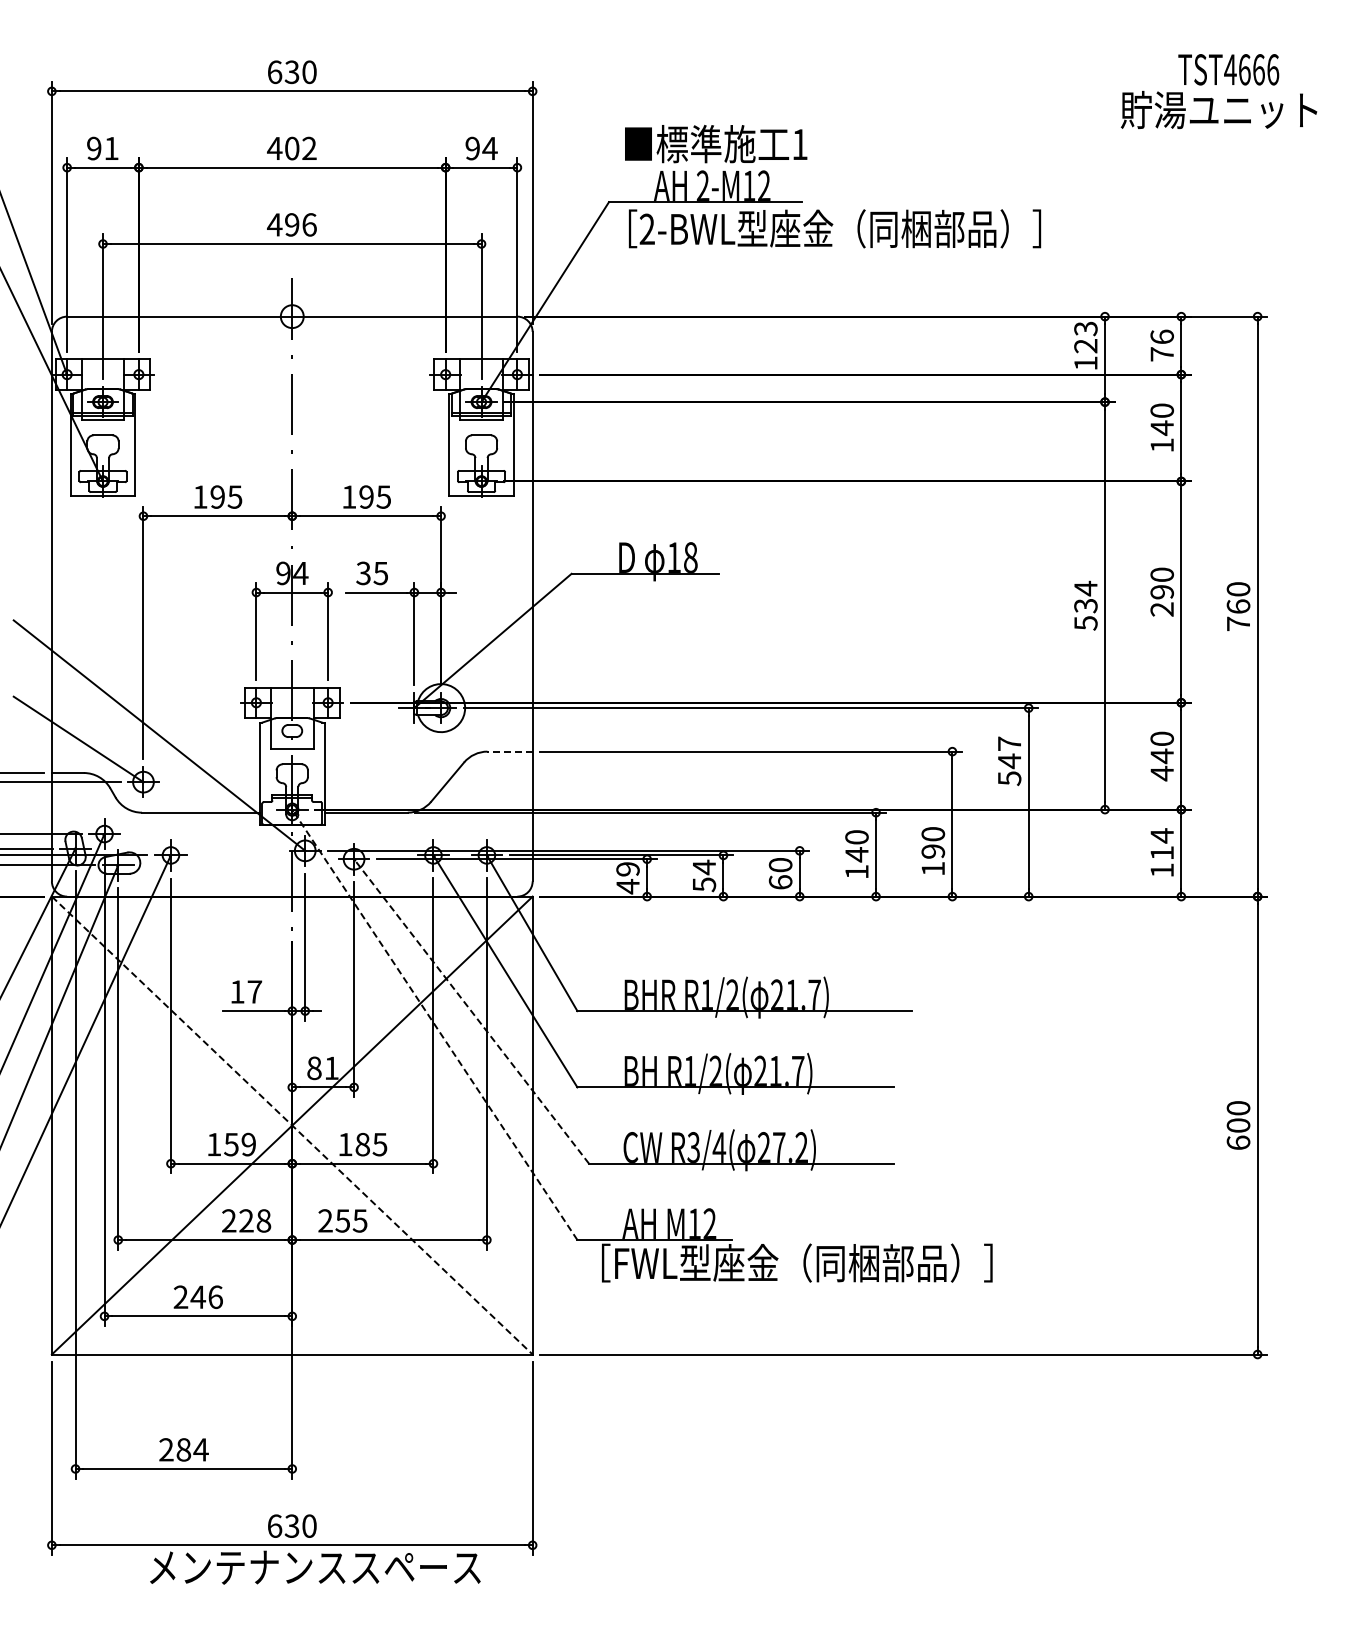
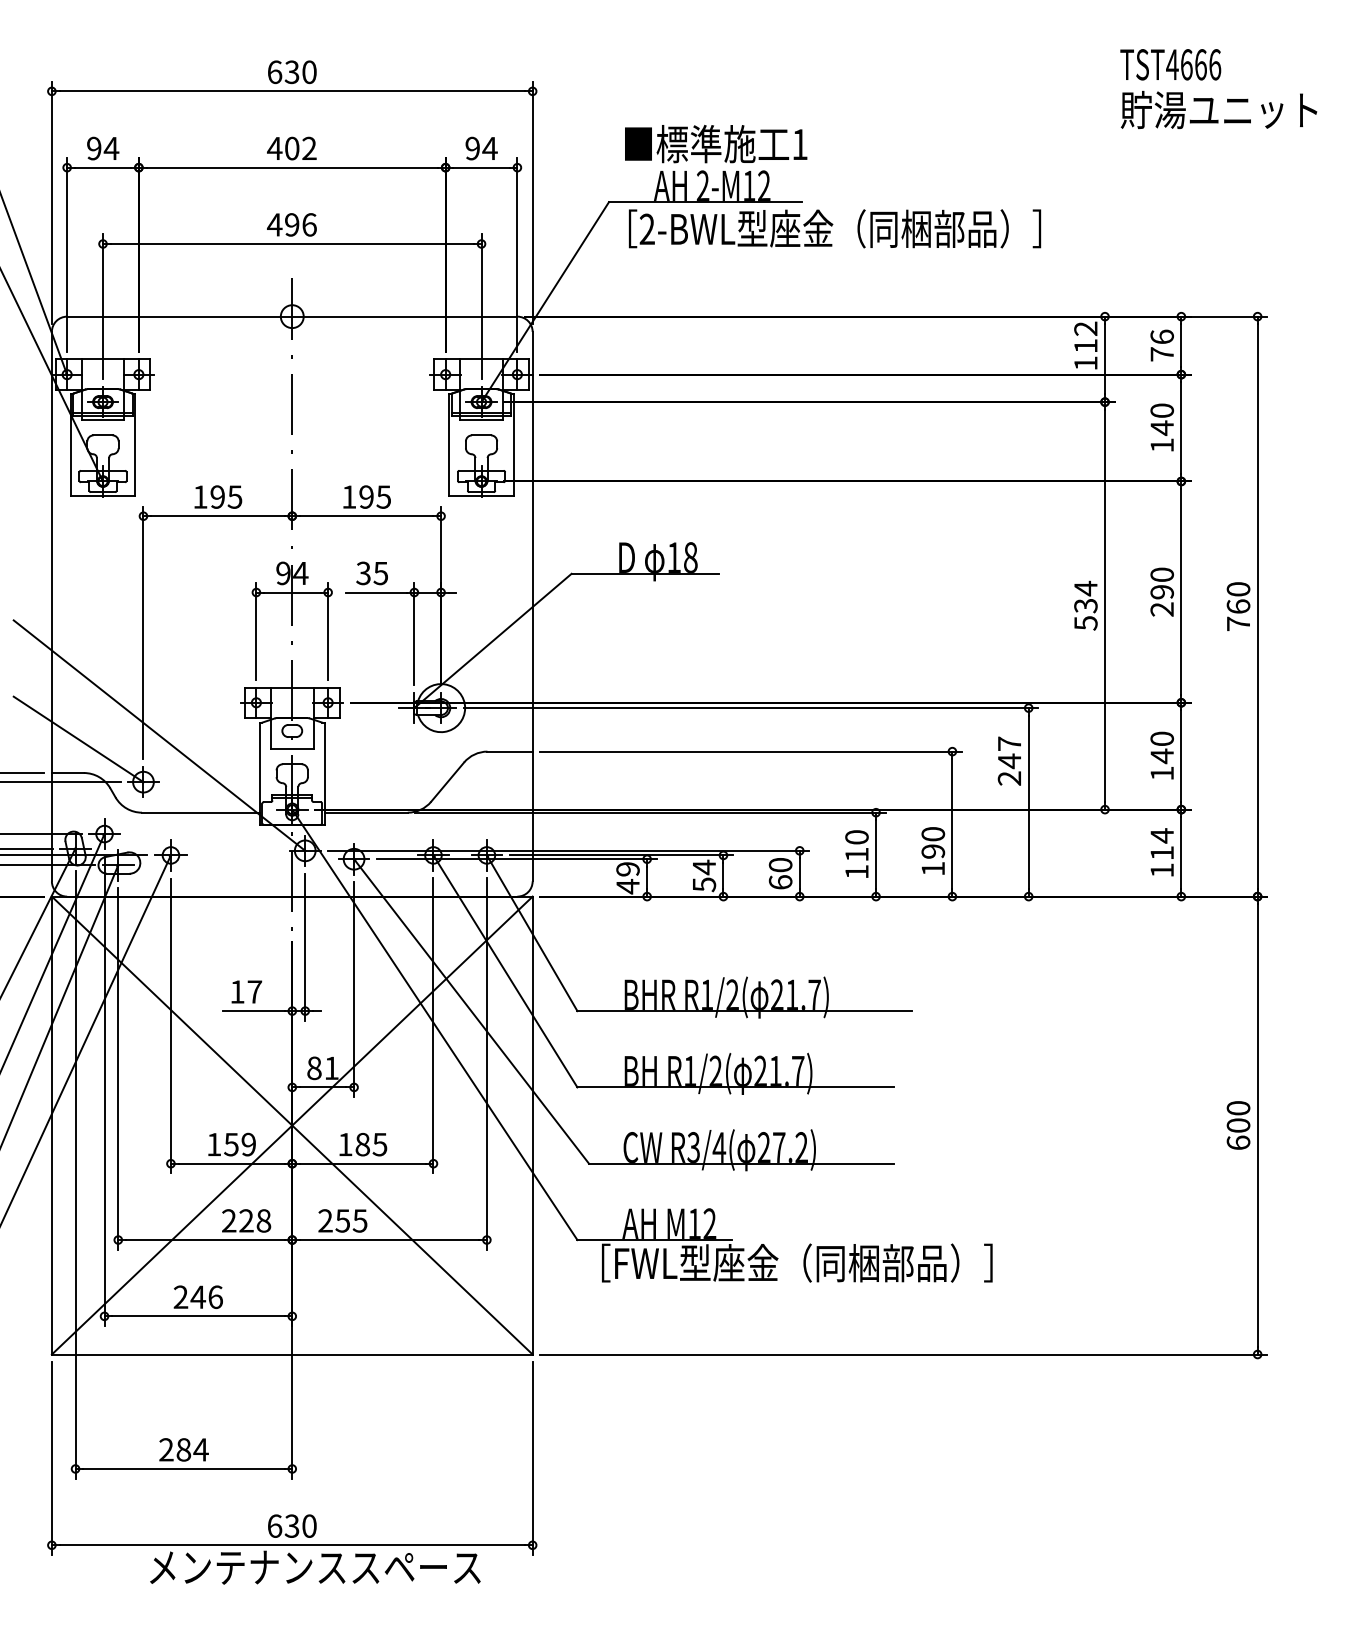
text at (1228, 69) position: (1228, 69) -> (1170, 64)
text at (111, 148): 91 -> 94
text at (1085, 337): 123 -> 112
line at (510, 751): dashed -> solid
text at (1161, 773): 440 -> 140
text at (1009, 778): 547 -> 247
text at (856, 854): 140 -> 110
line at (471, 1011): dashed -> solid
line at (434, 1024): dashed -> solid
line at (292, 1125): dashed -> solid
